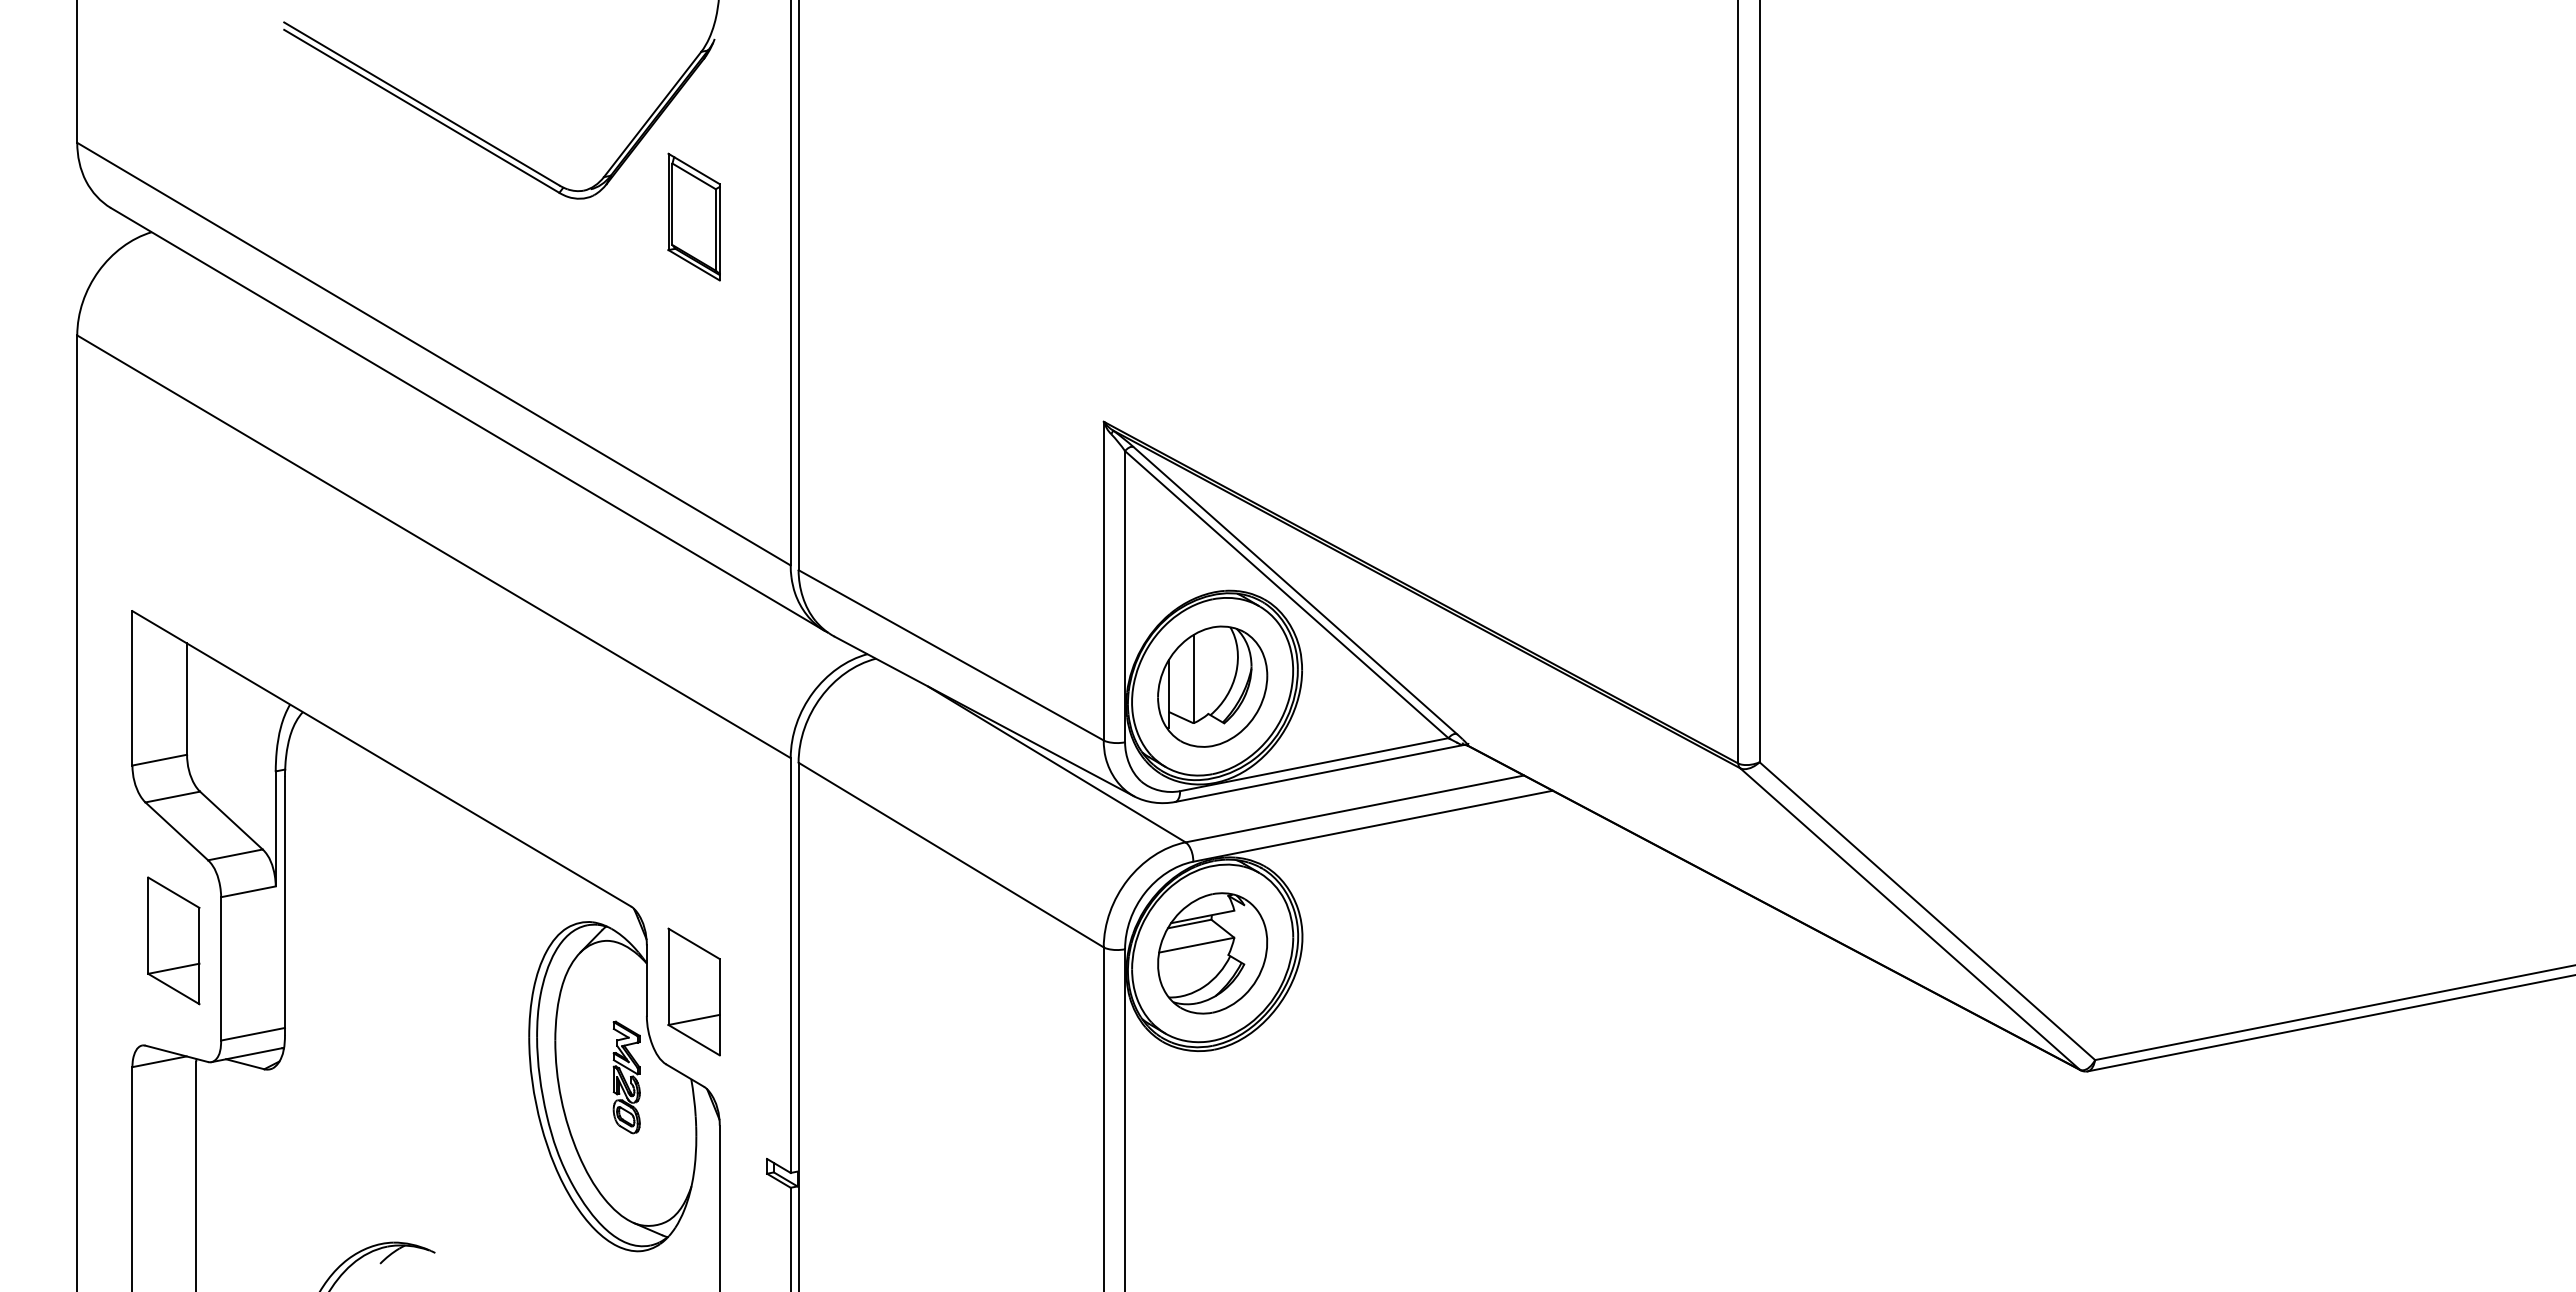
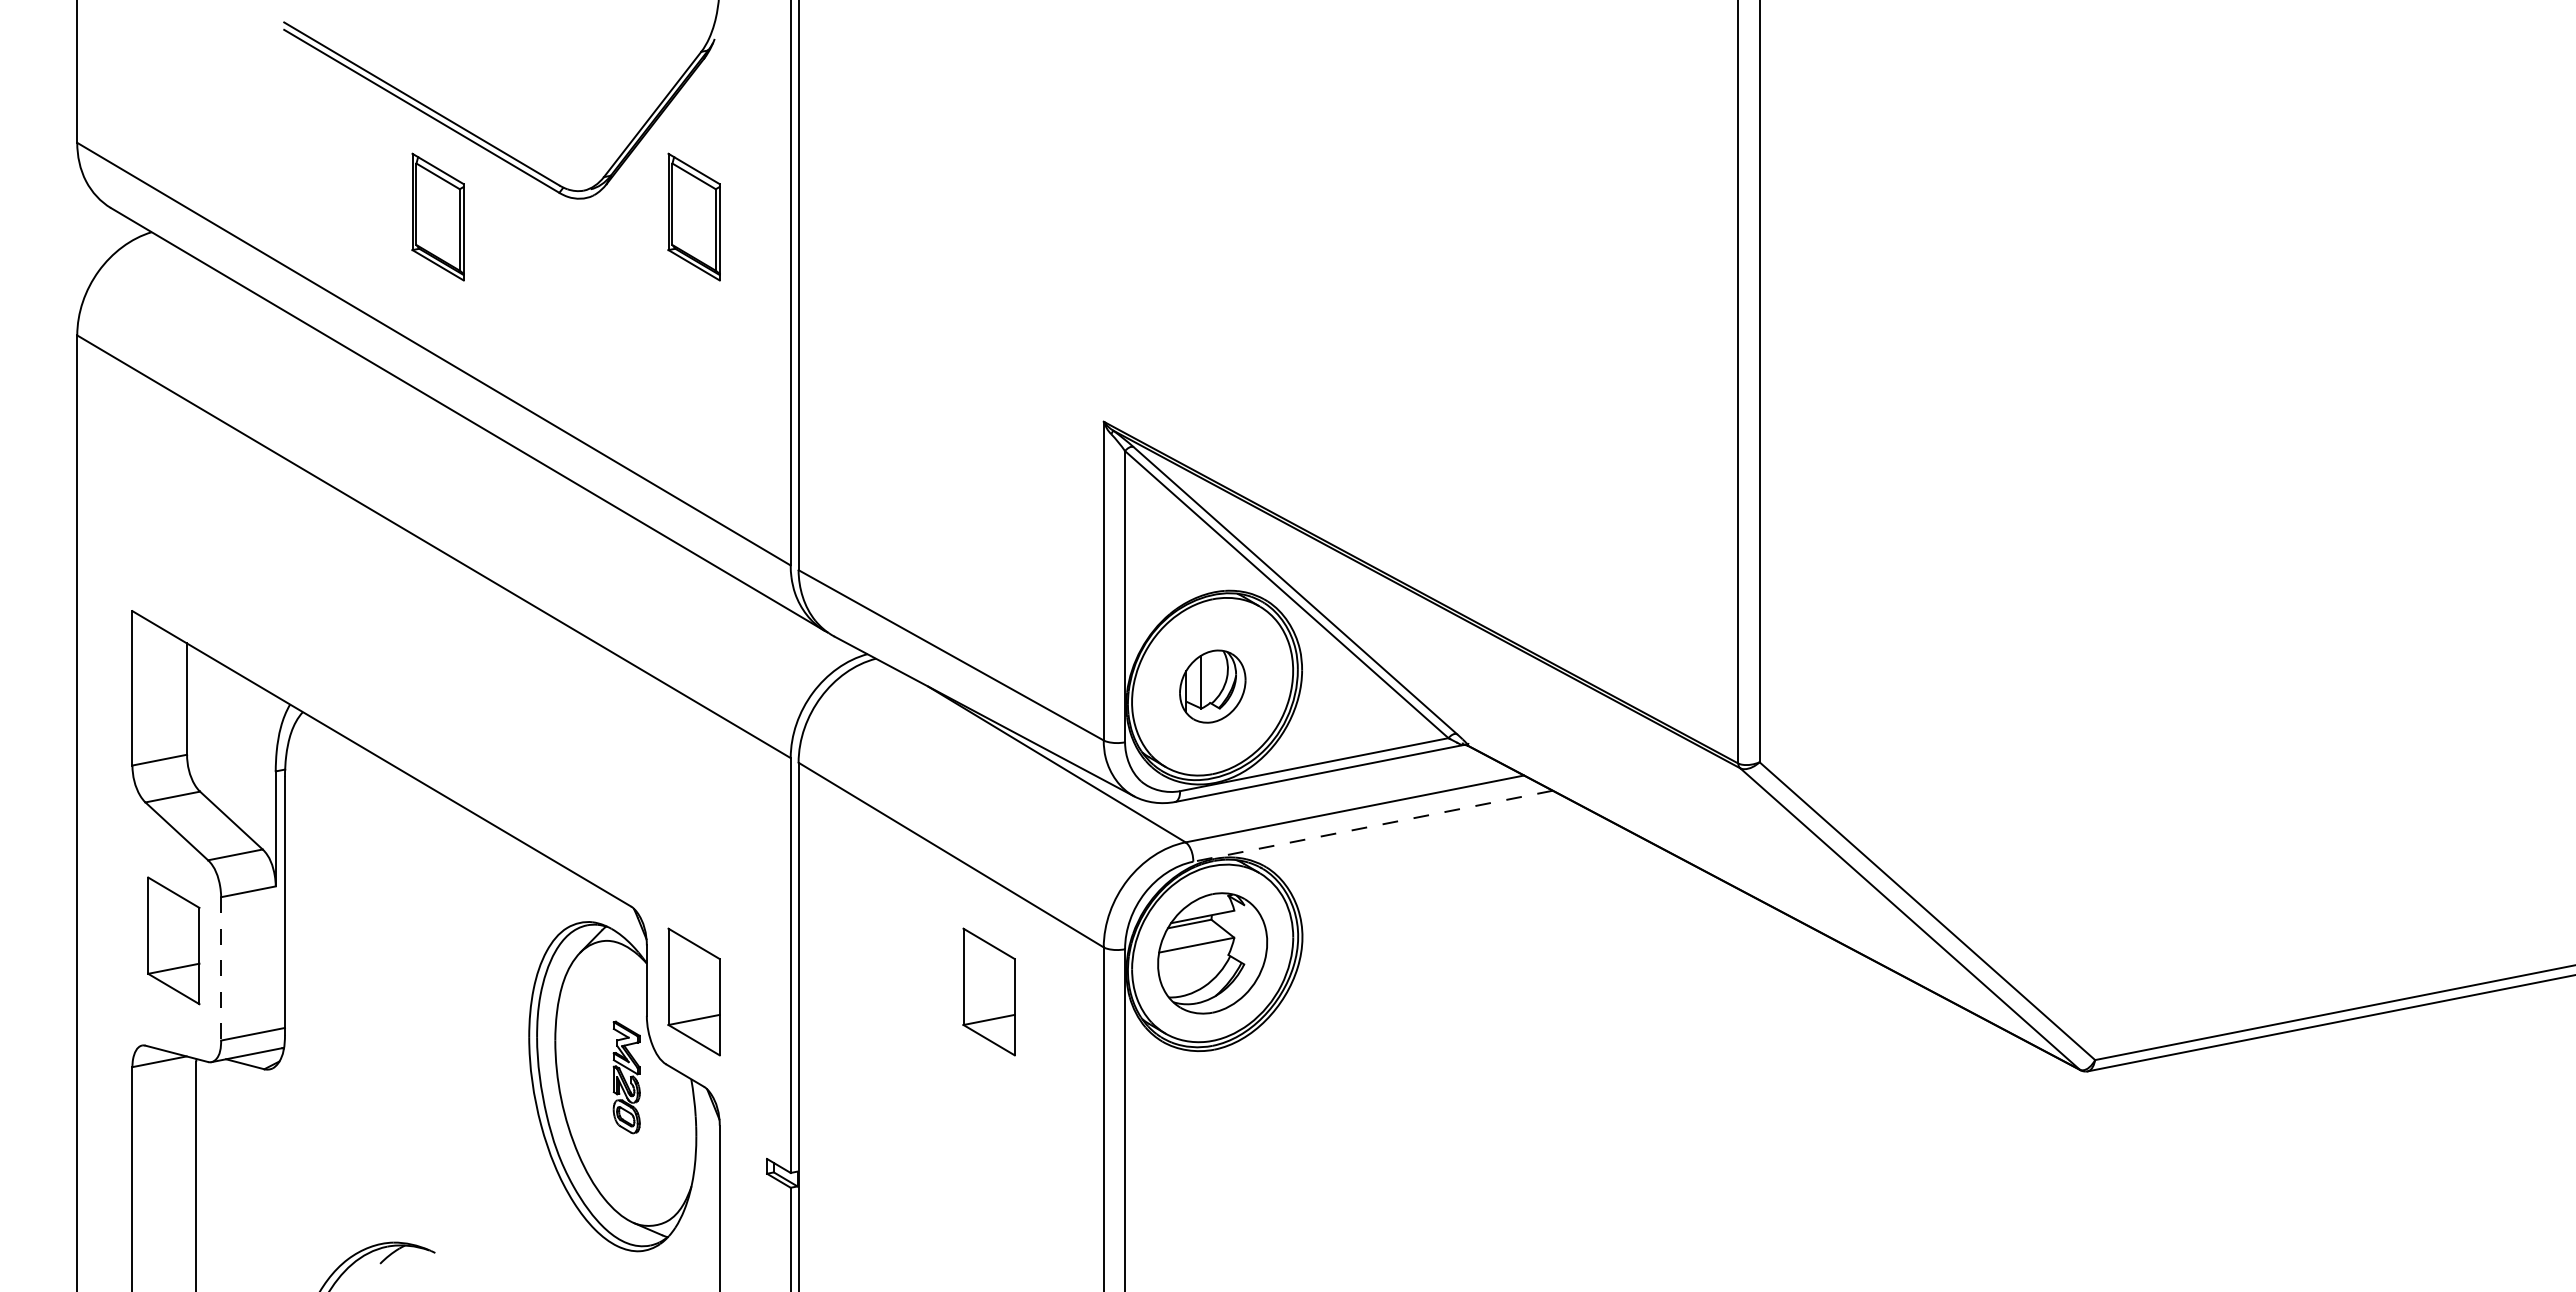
part at (437, 216): none -> present
part at (1212, 686) size: 112x123 px -> 68x75 px
line at (1372, 826): solid -> dashed
line at (221, 968): solid -> dashed
part at (988, 991): none -> present
